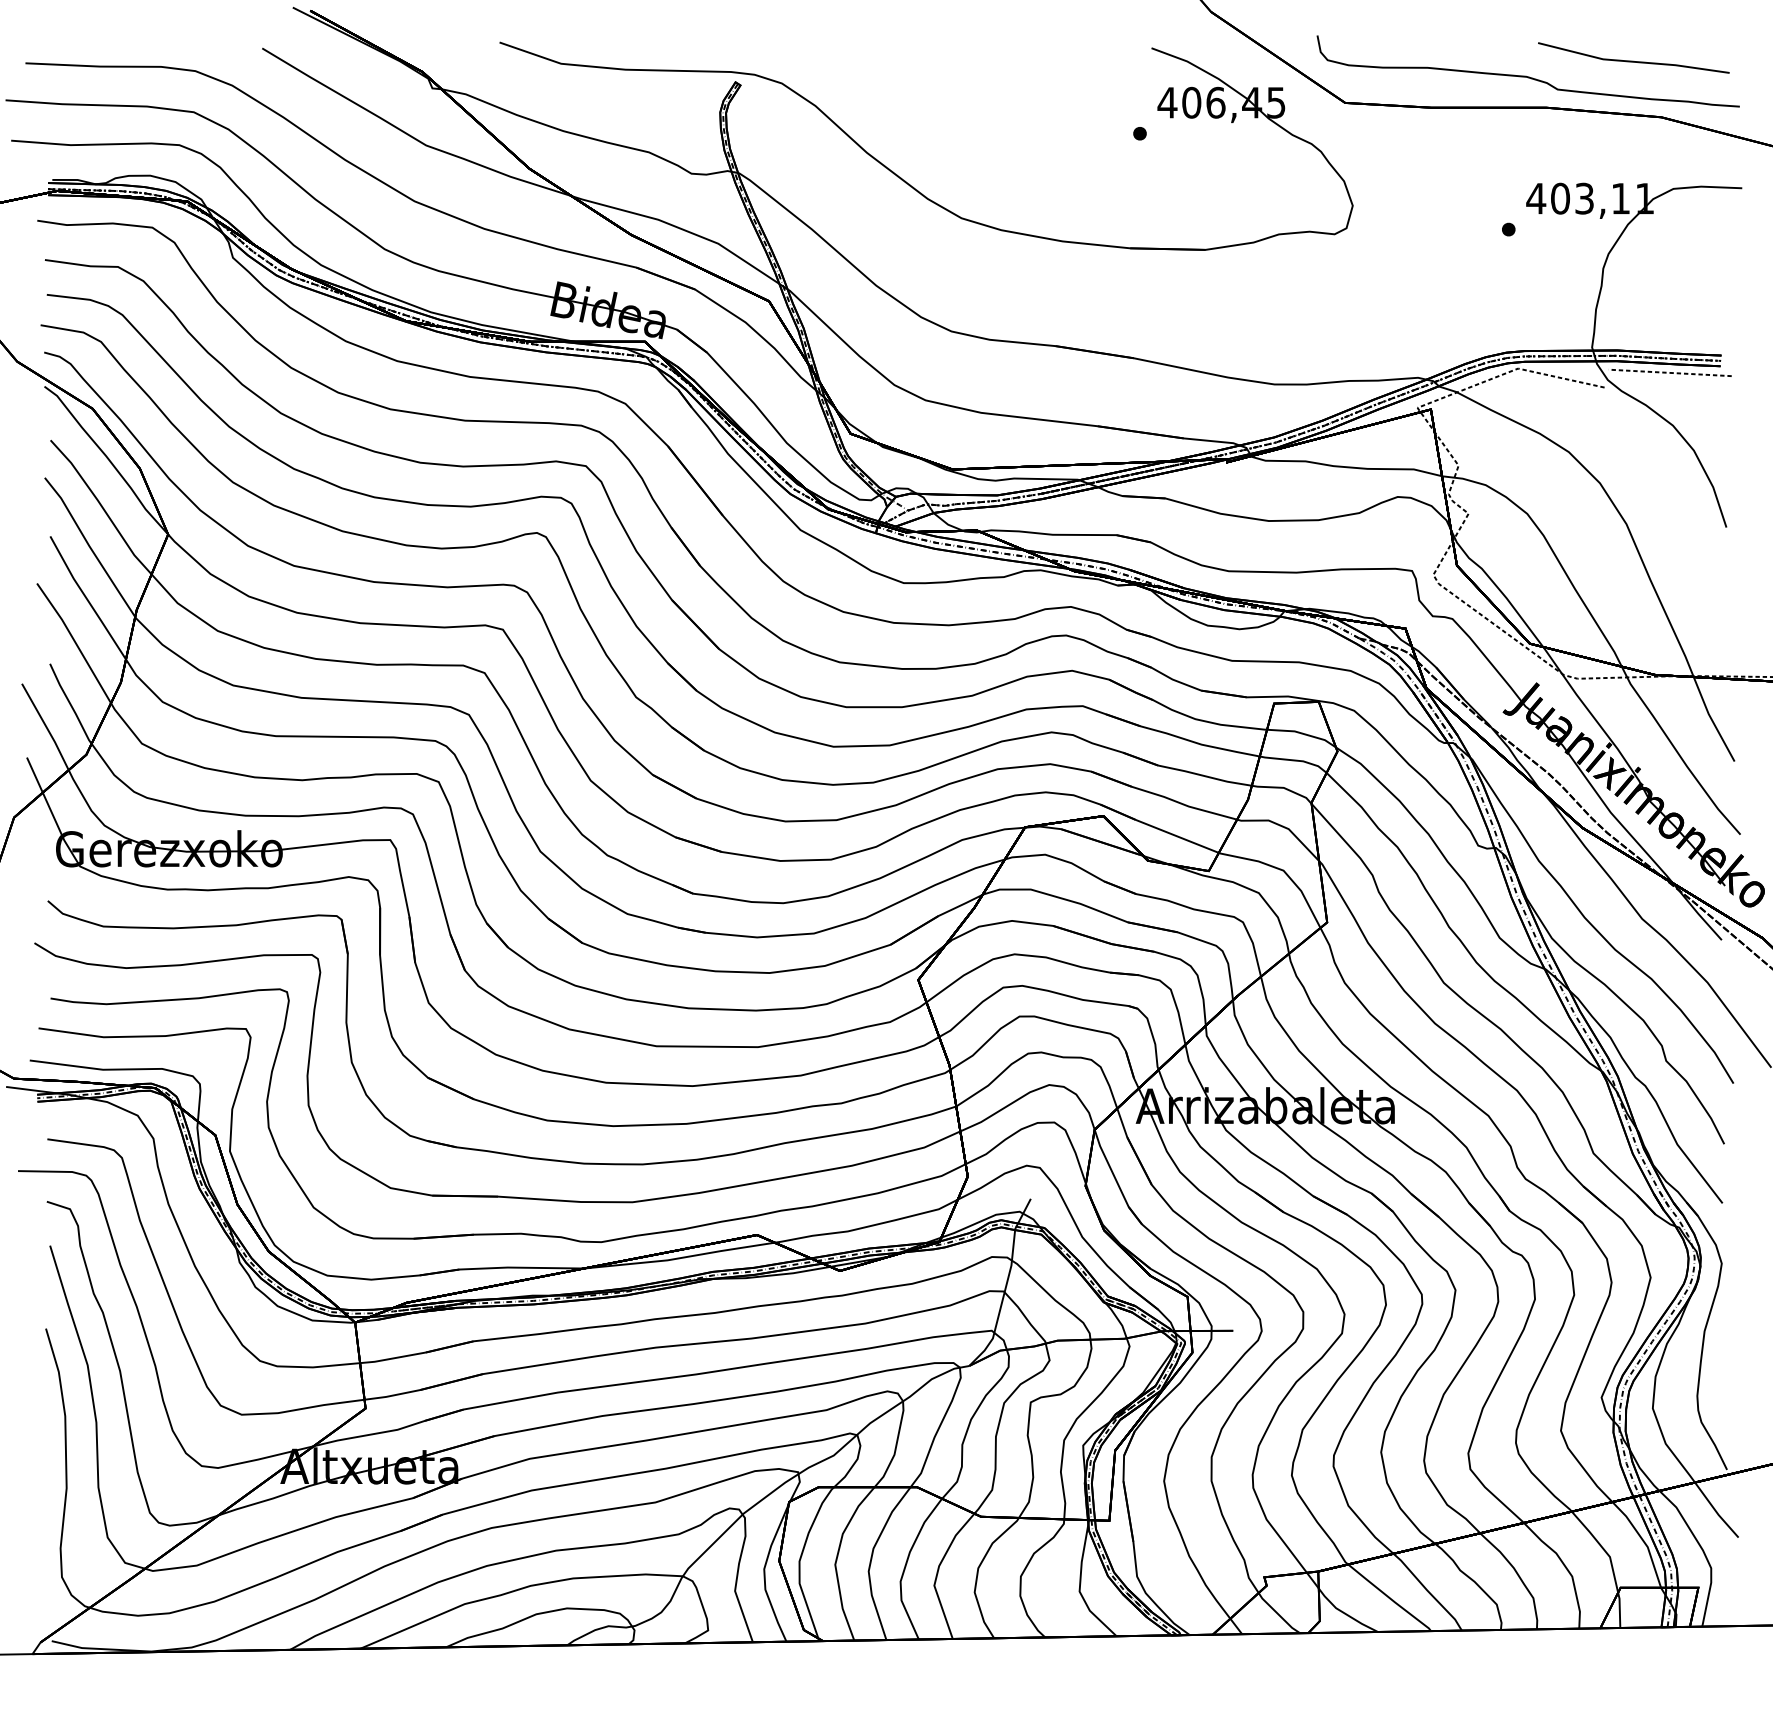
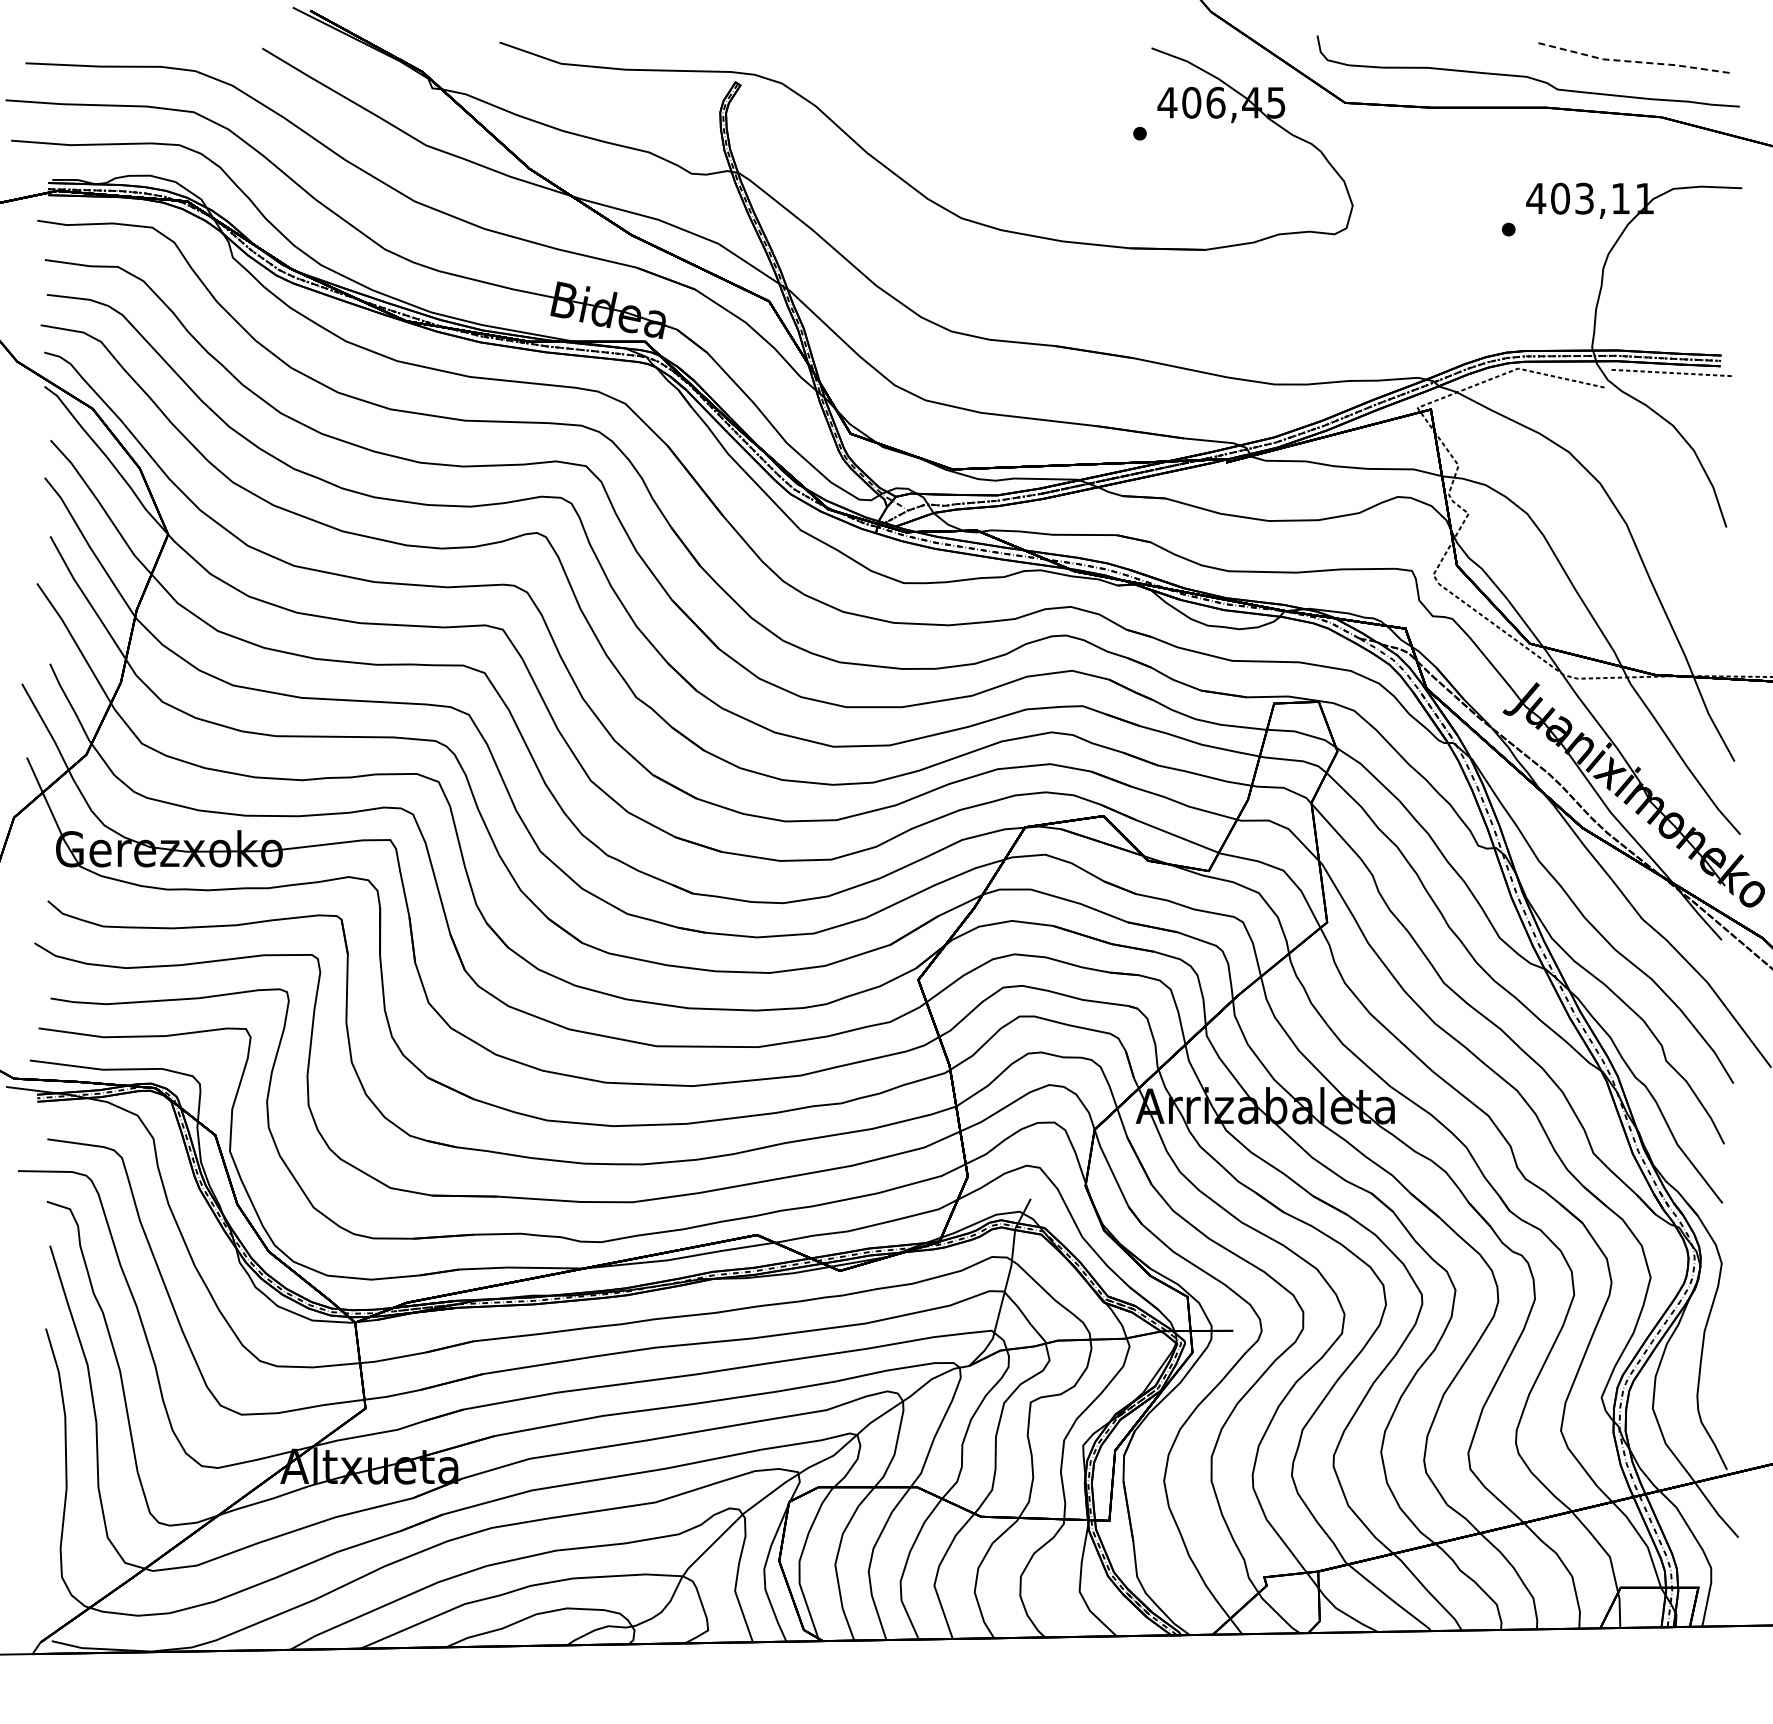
line at (1632, 61): solid -> dashed
